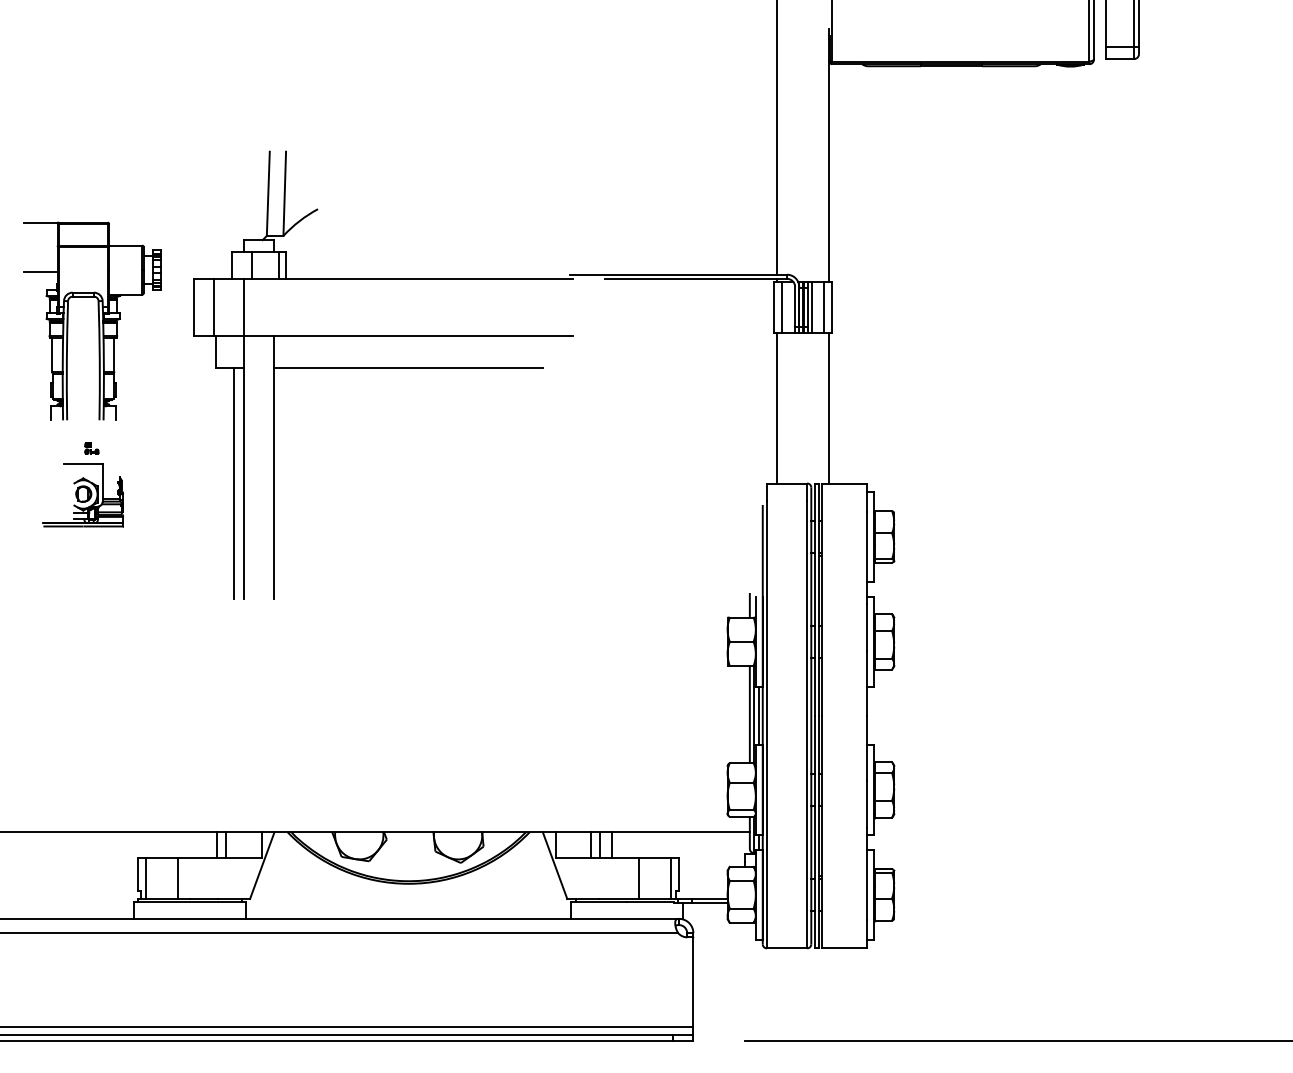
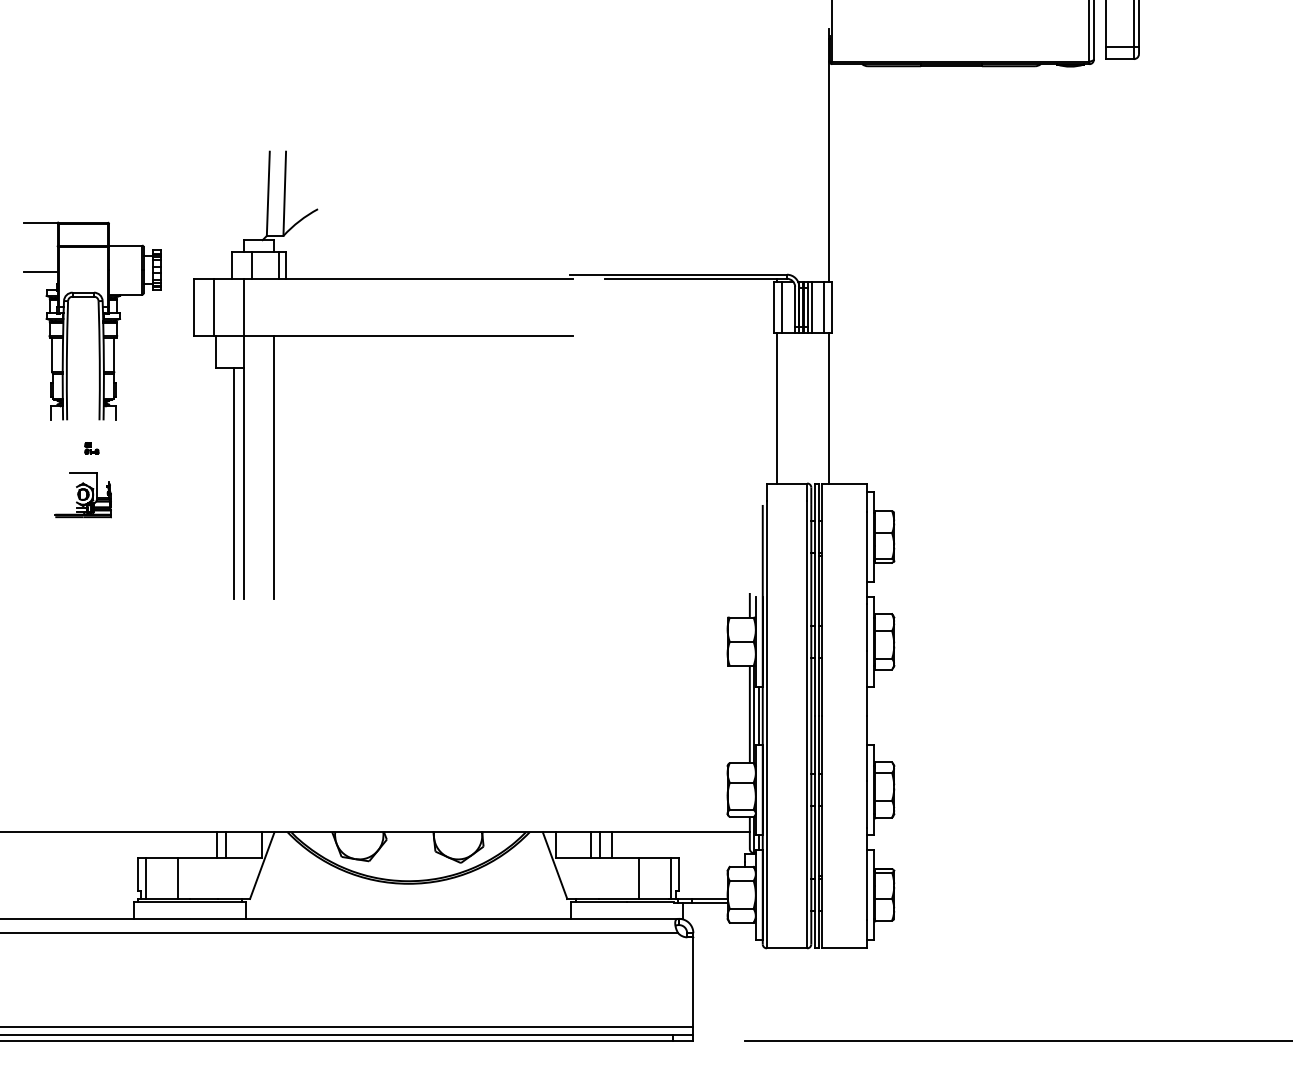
line at (776, 138): present -> none
line at (408, 368): present -> none
part at (82, 495) size: 82x65 px -> 58x47 px
